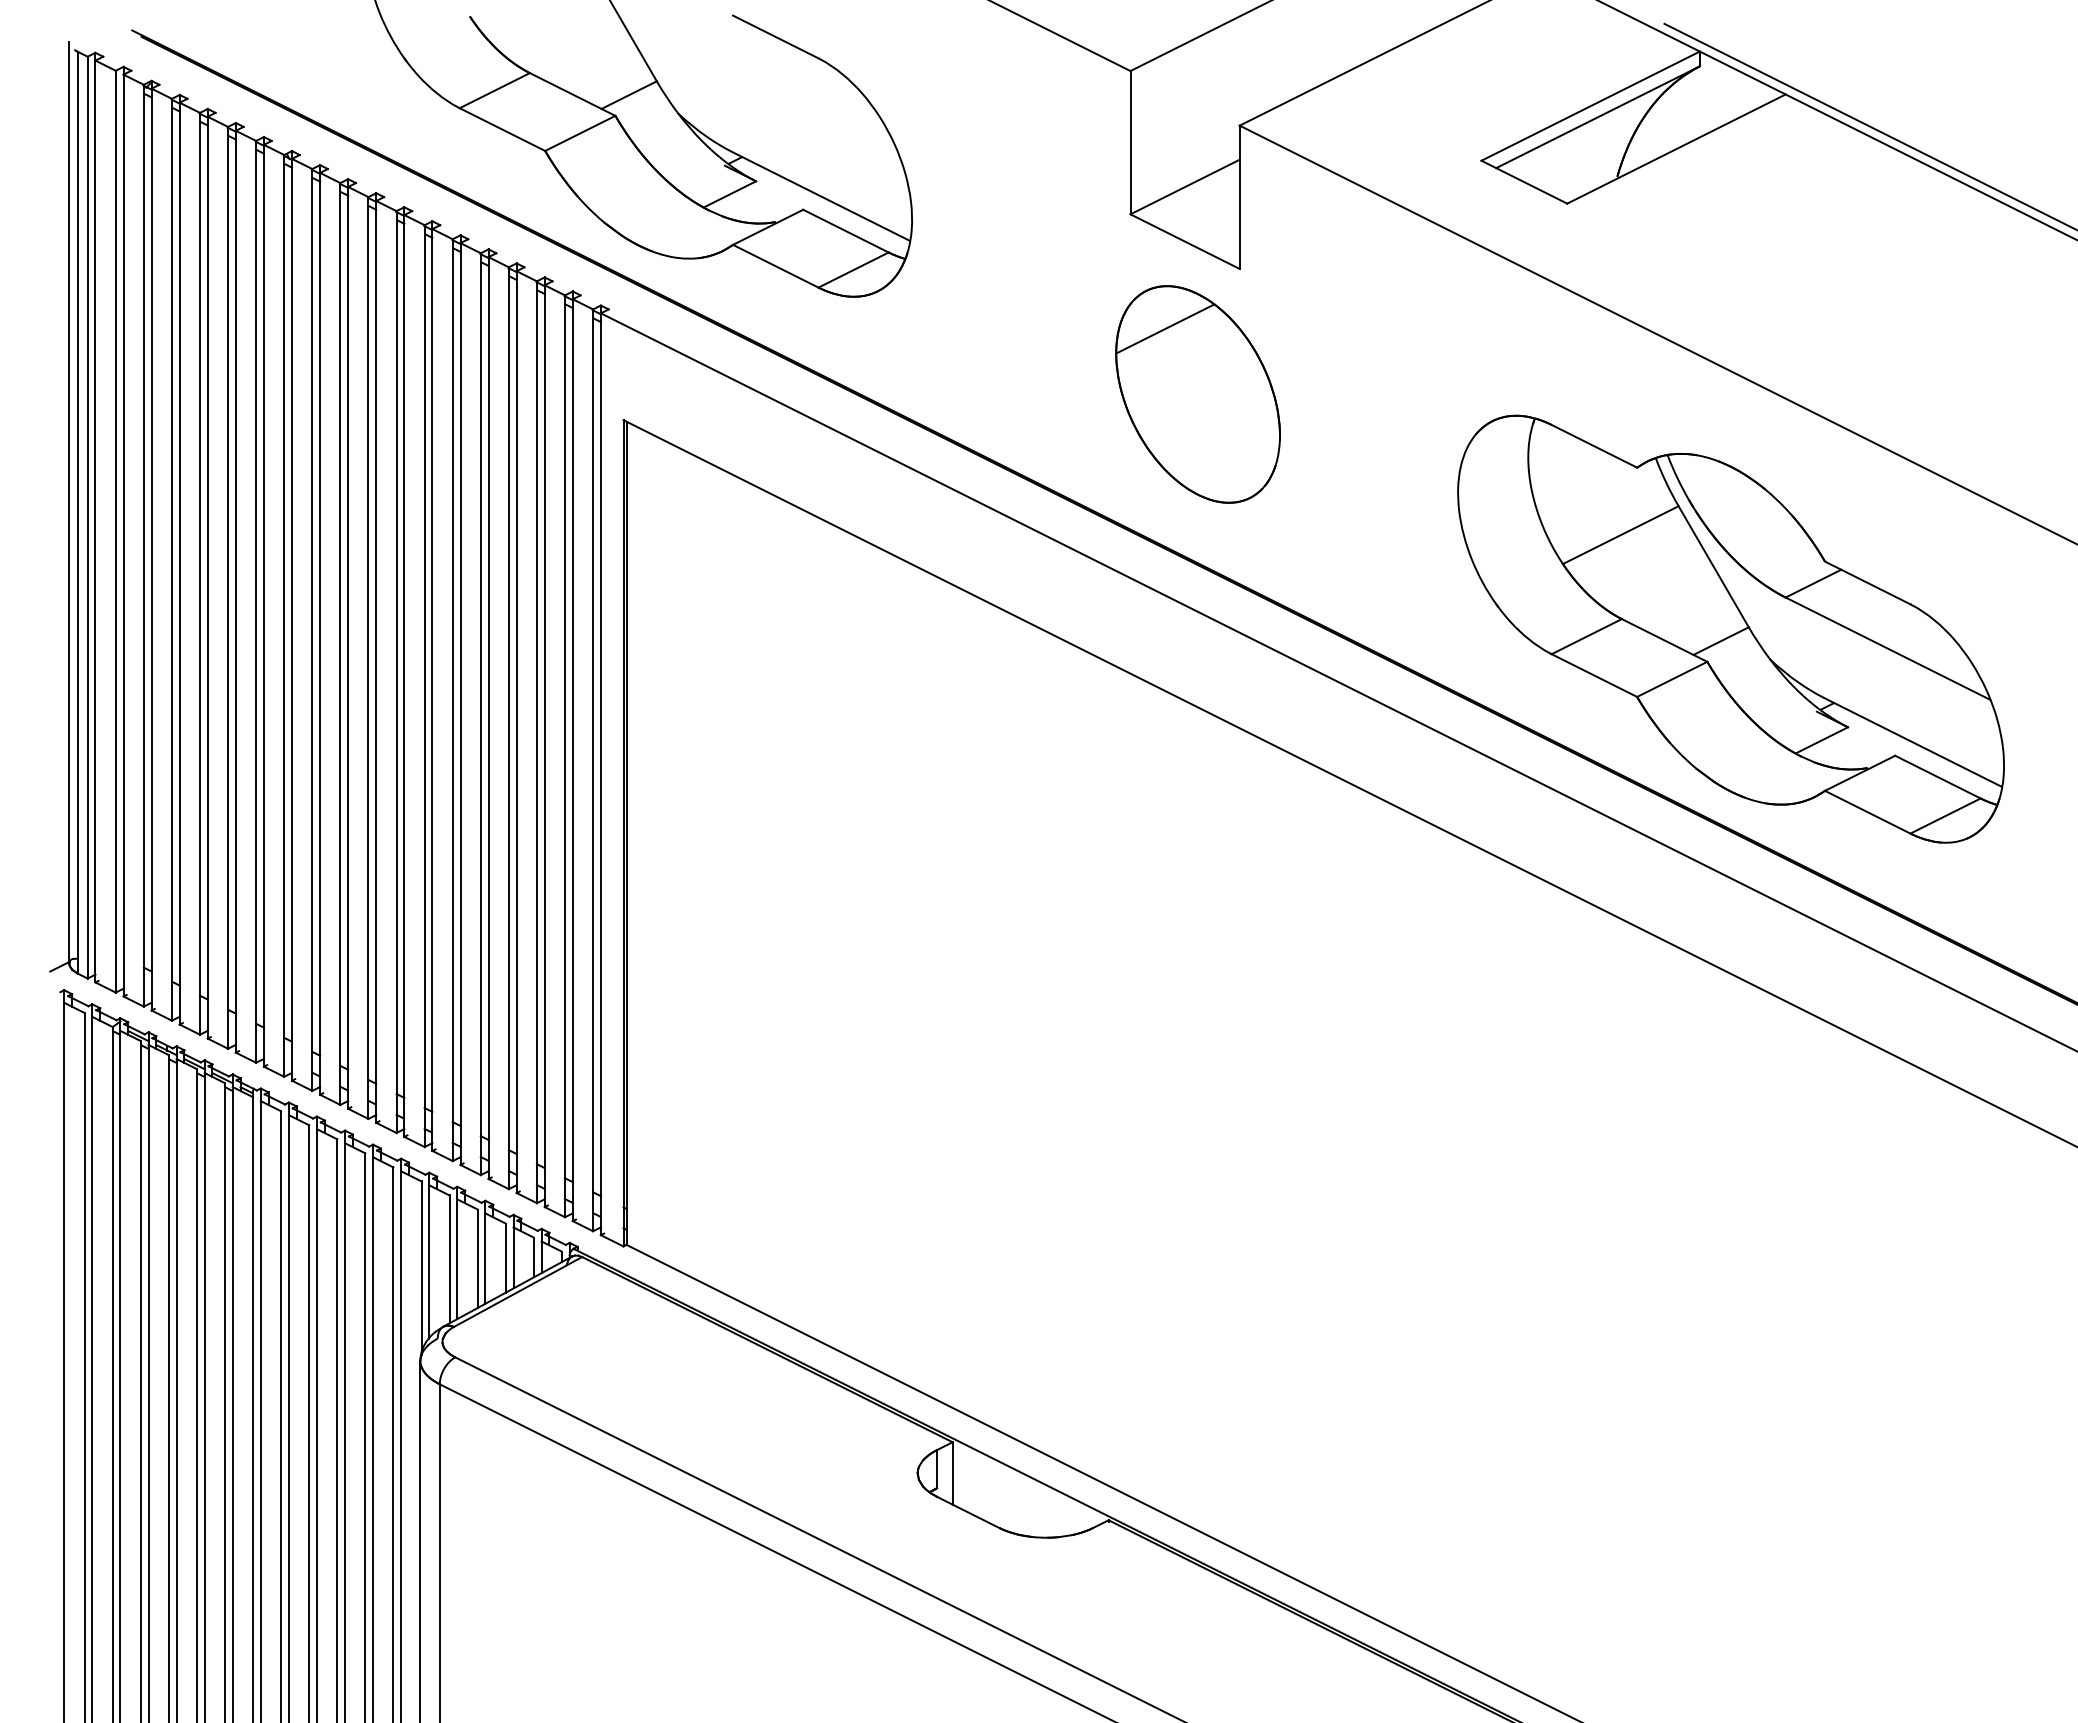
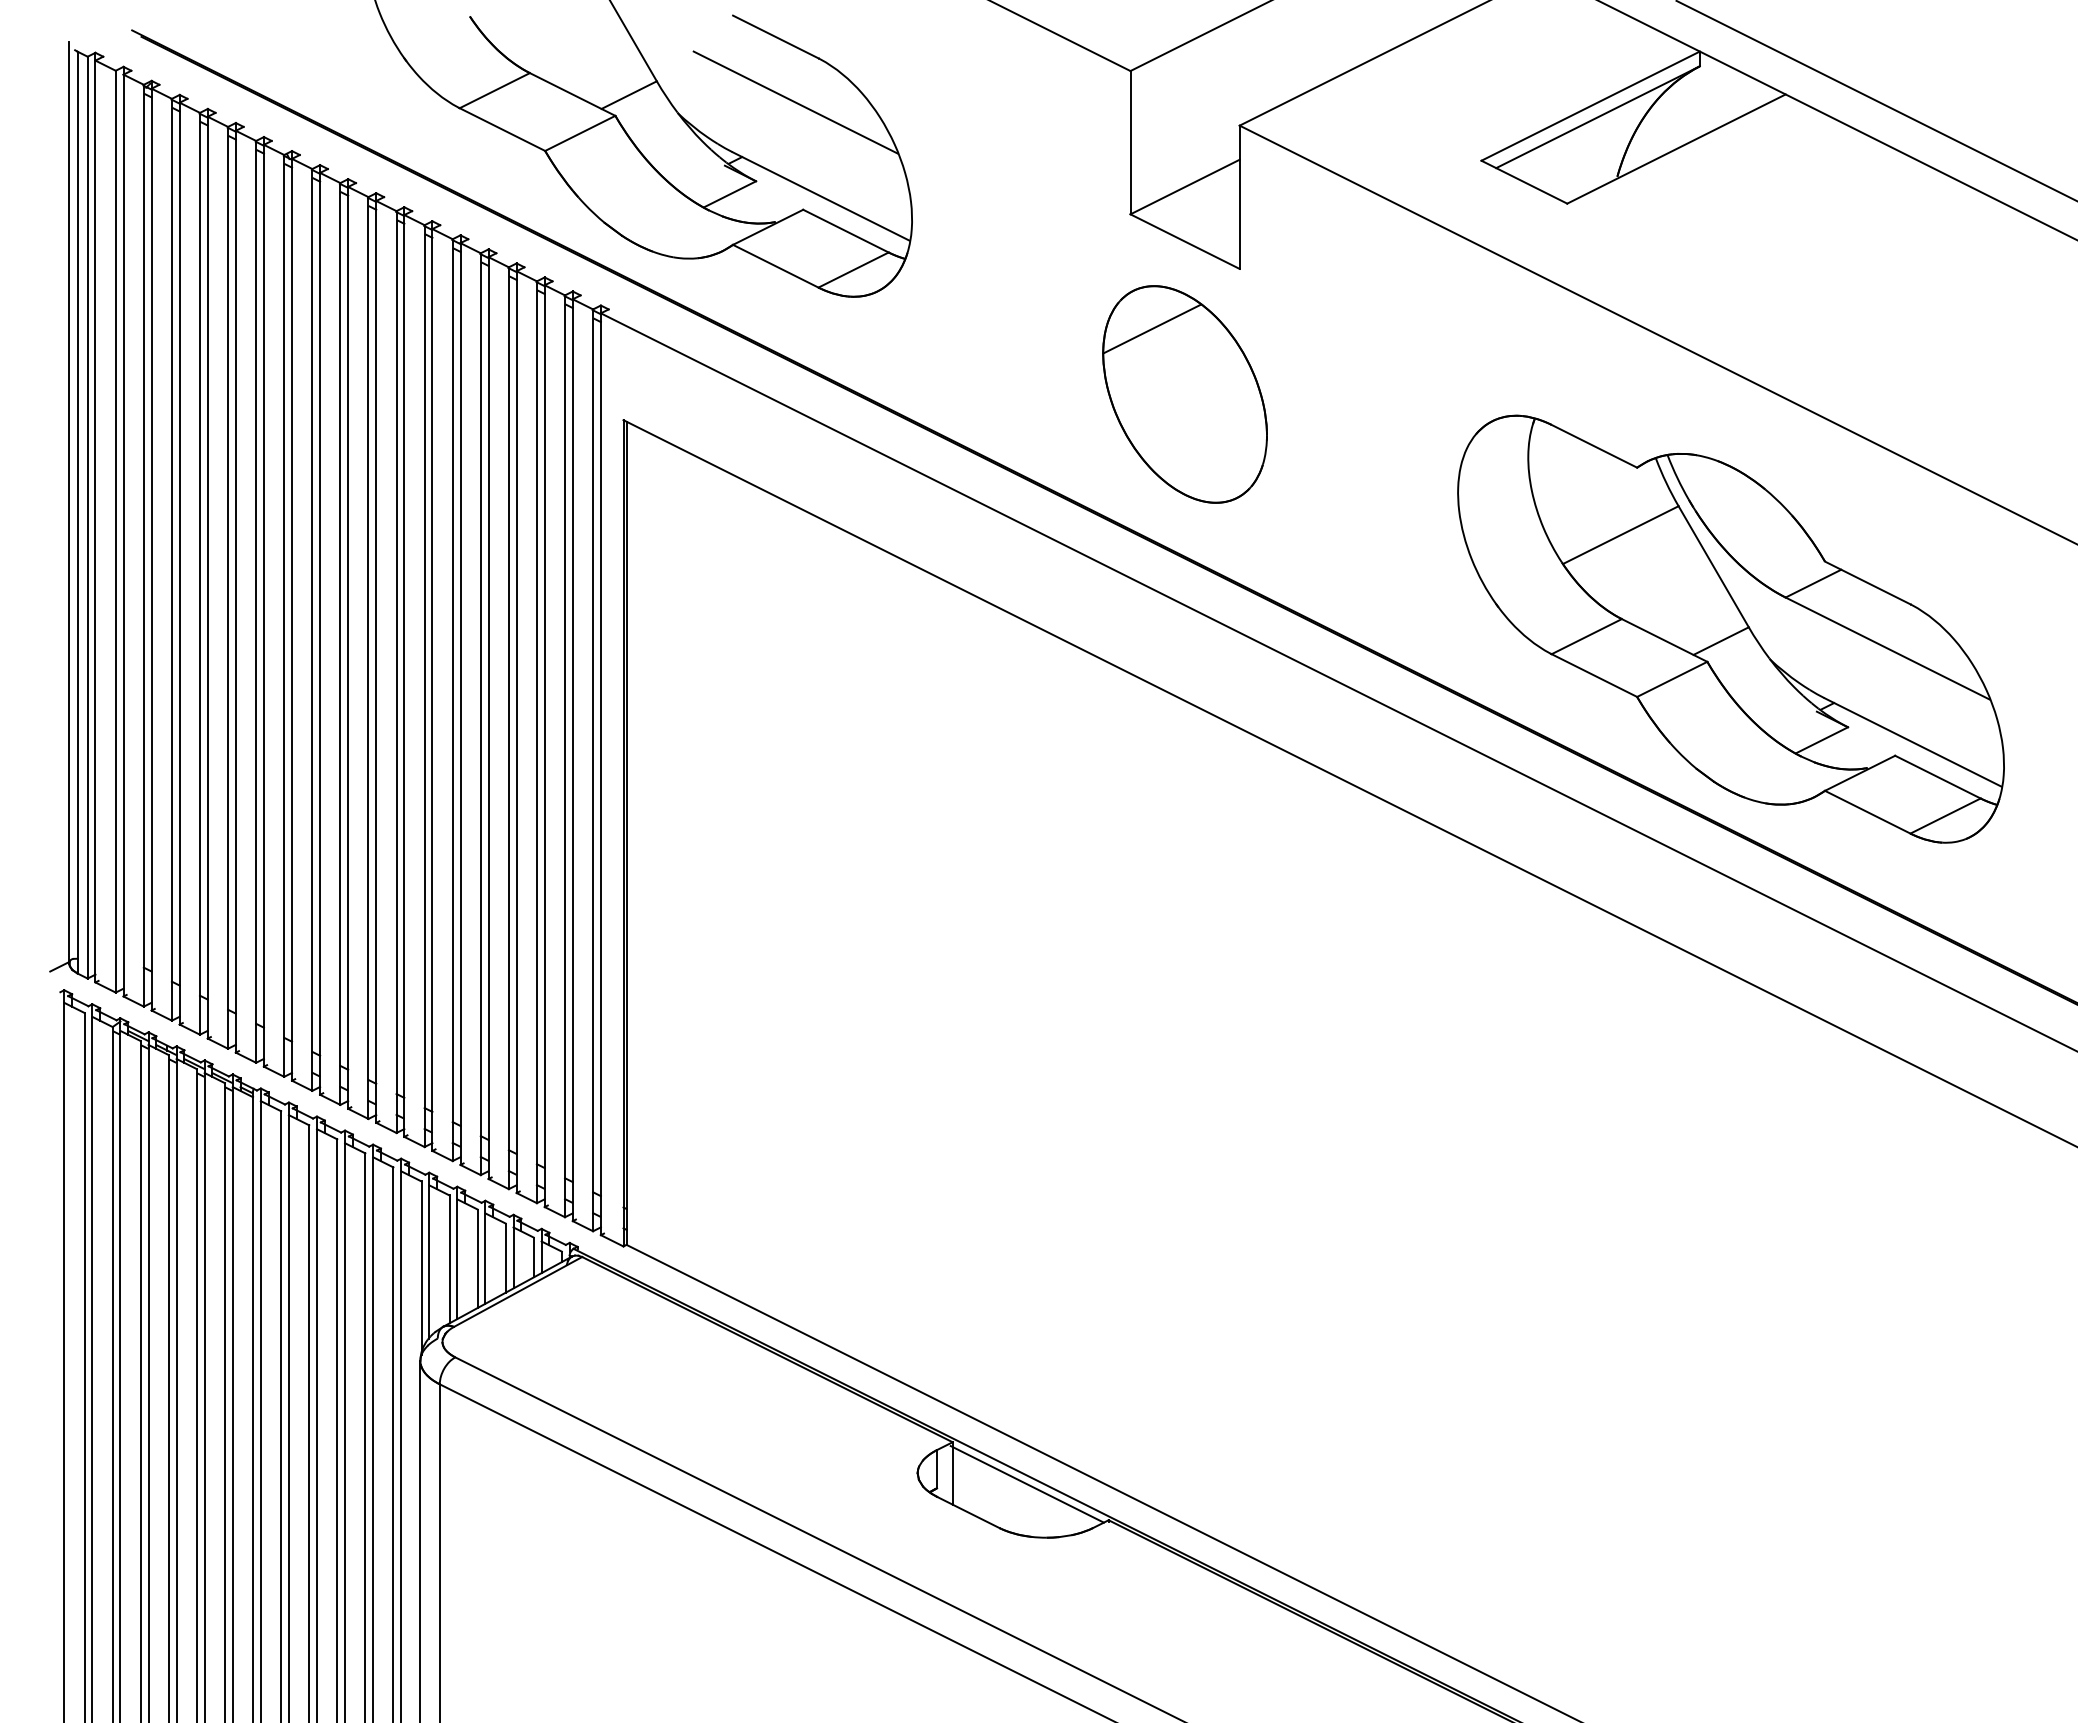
line at (795, 102): none -> present
line at (1869, 125) position: (1869, 125) -> (1876, 100)
part at (1197, 394) position: (1197, 394) -> (1184, 394)
line at (1026, 1484): none -> present
